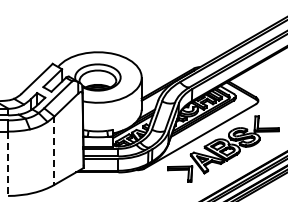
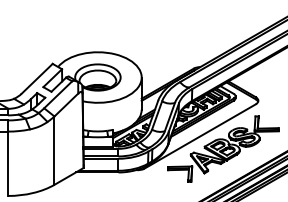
line at (54, 151): dashed -> solid
line at (8, 164): dashed -> solid
